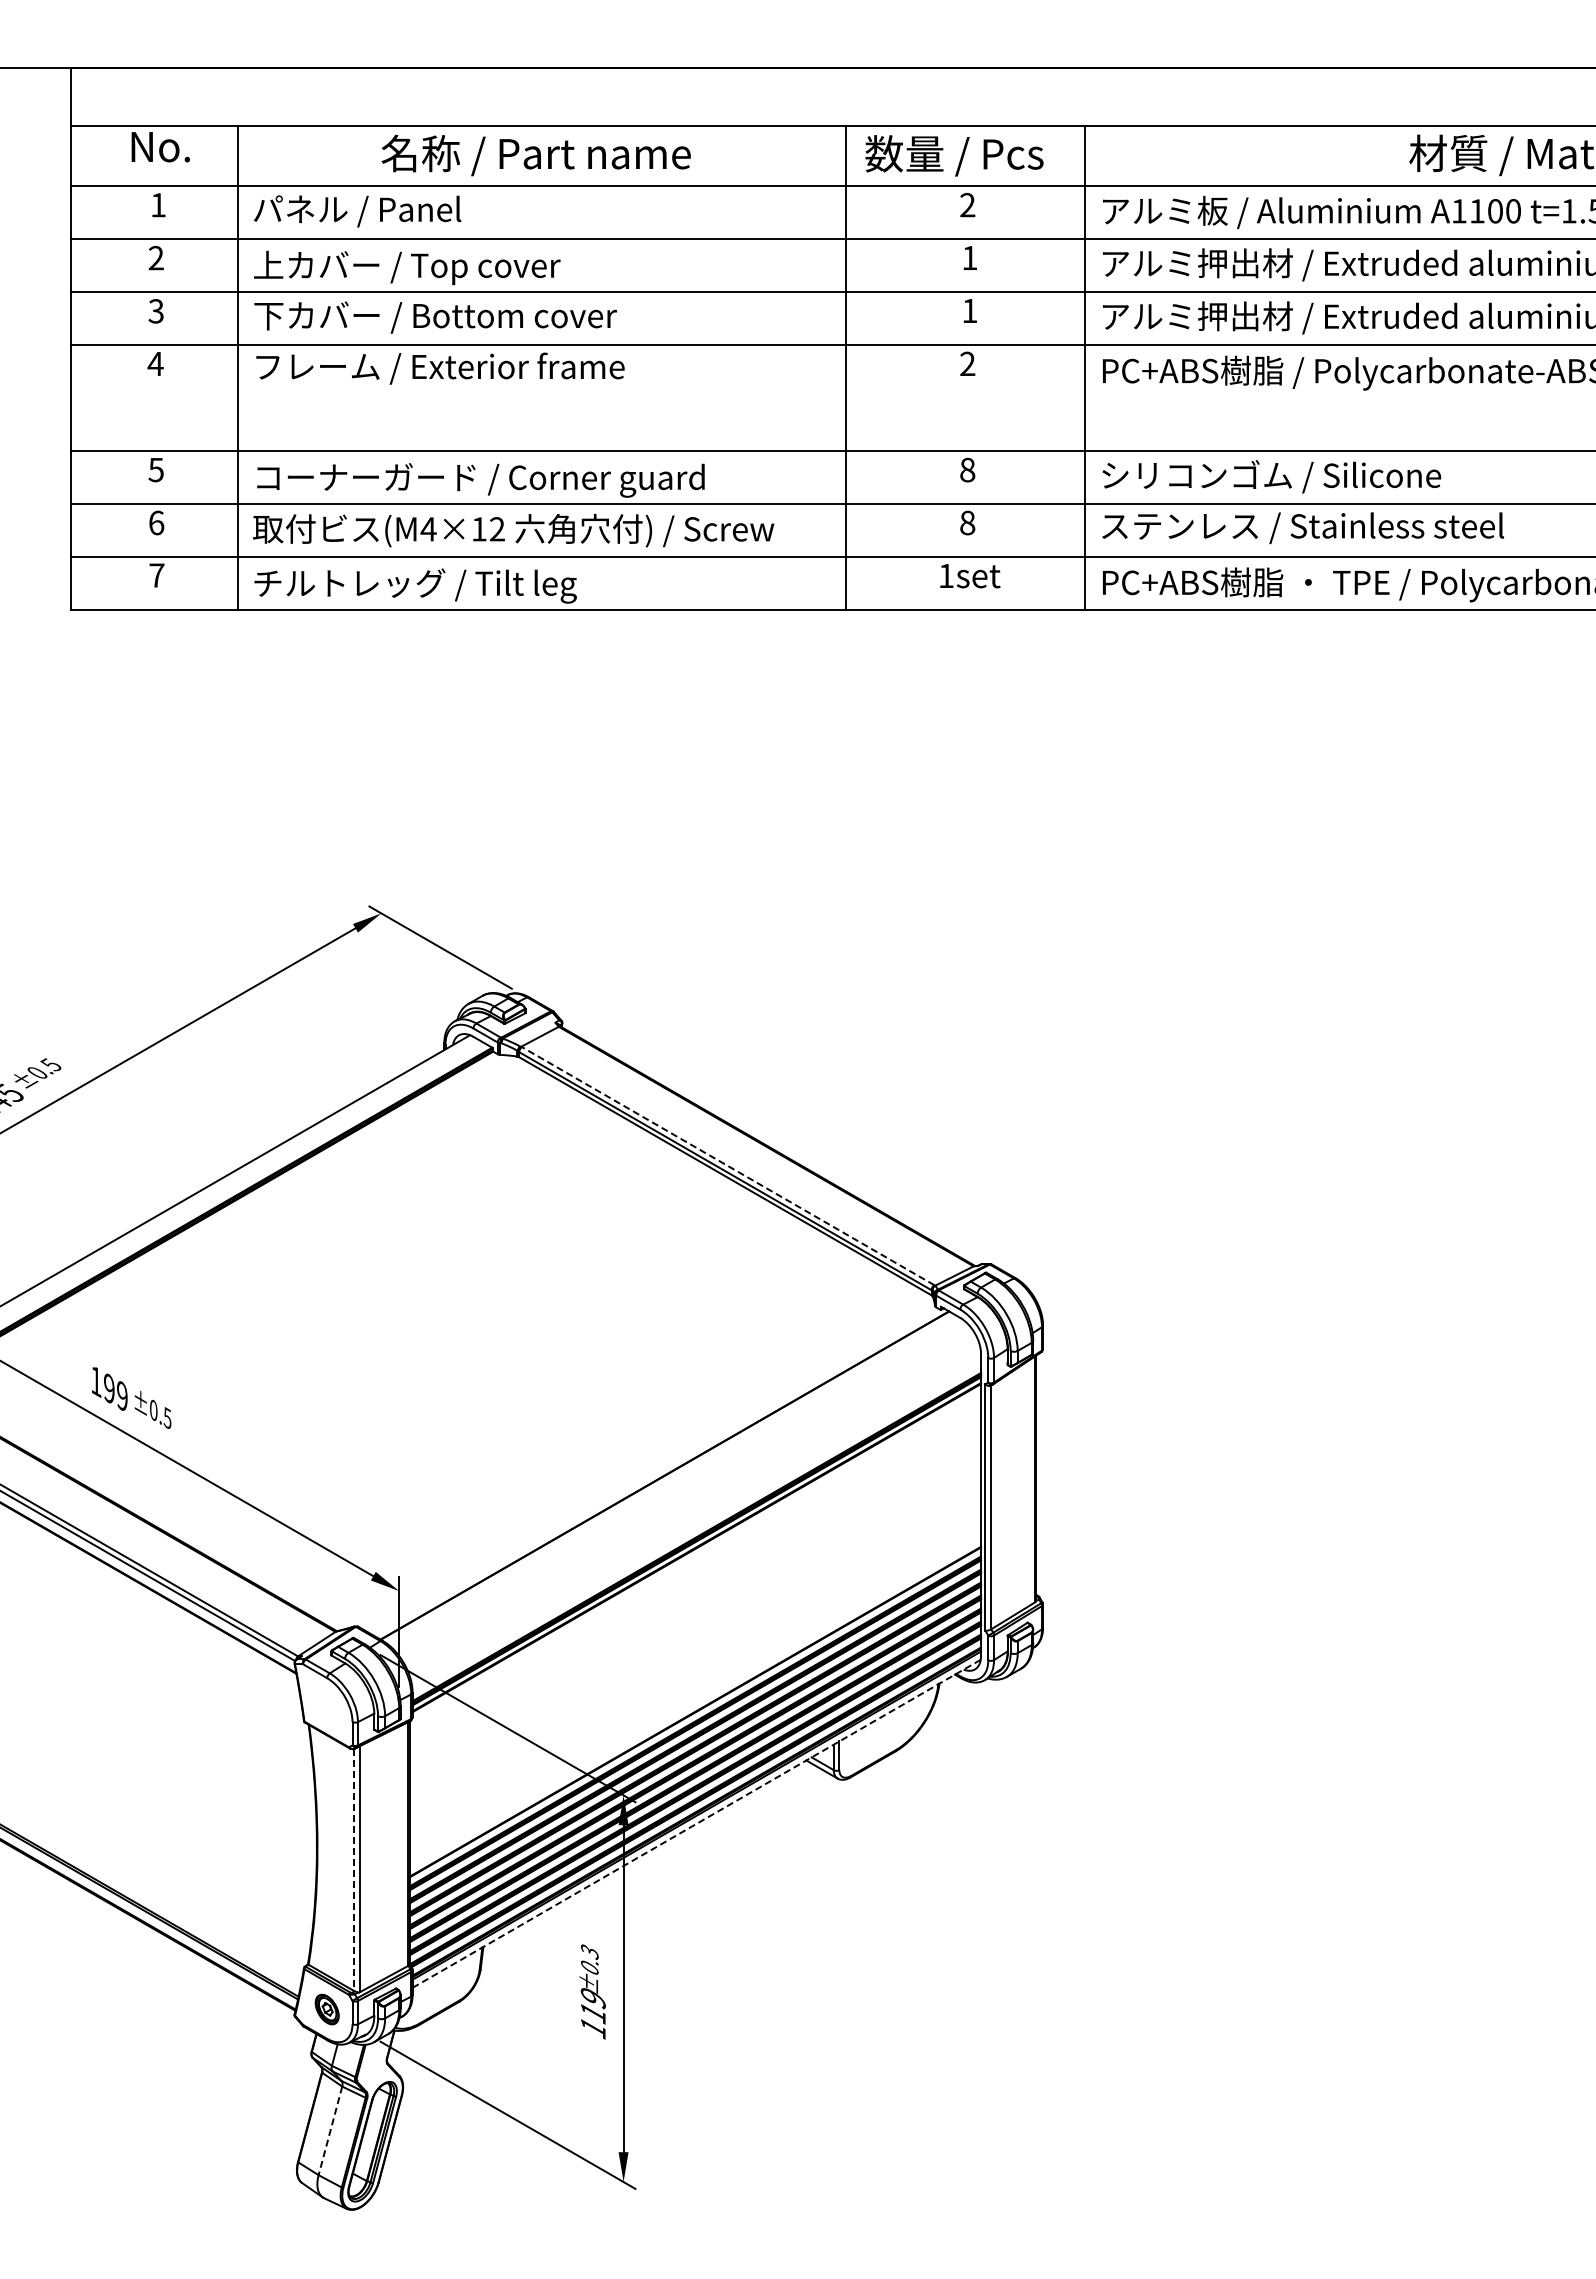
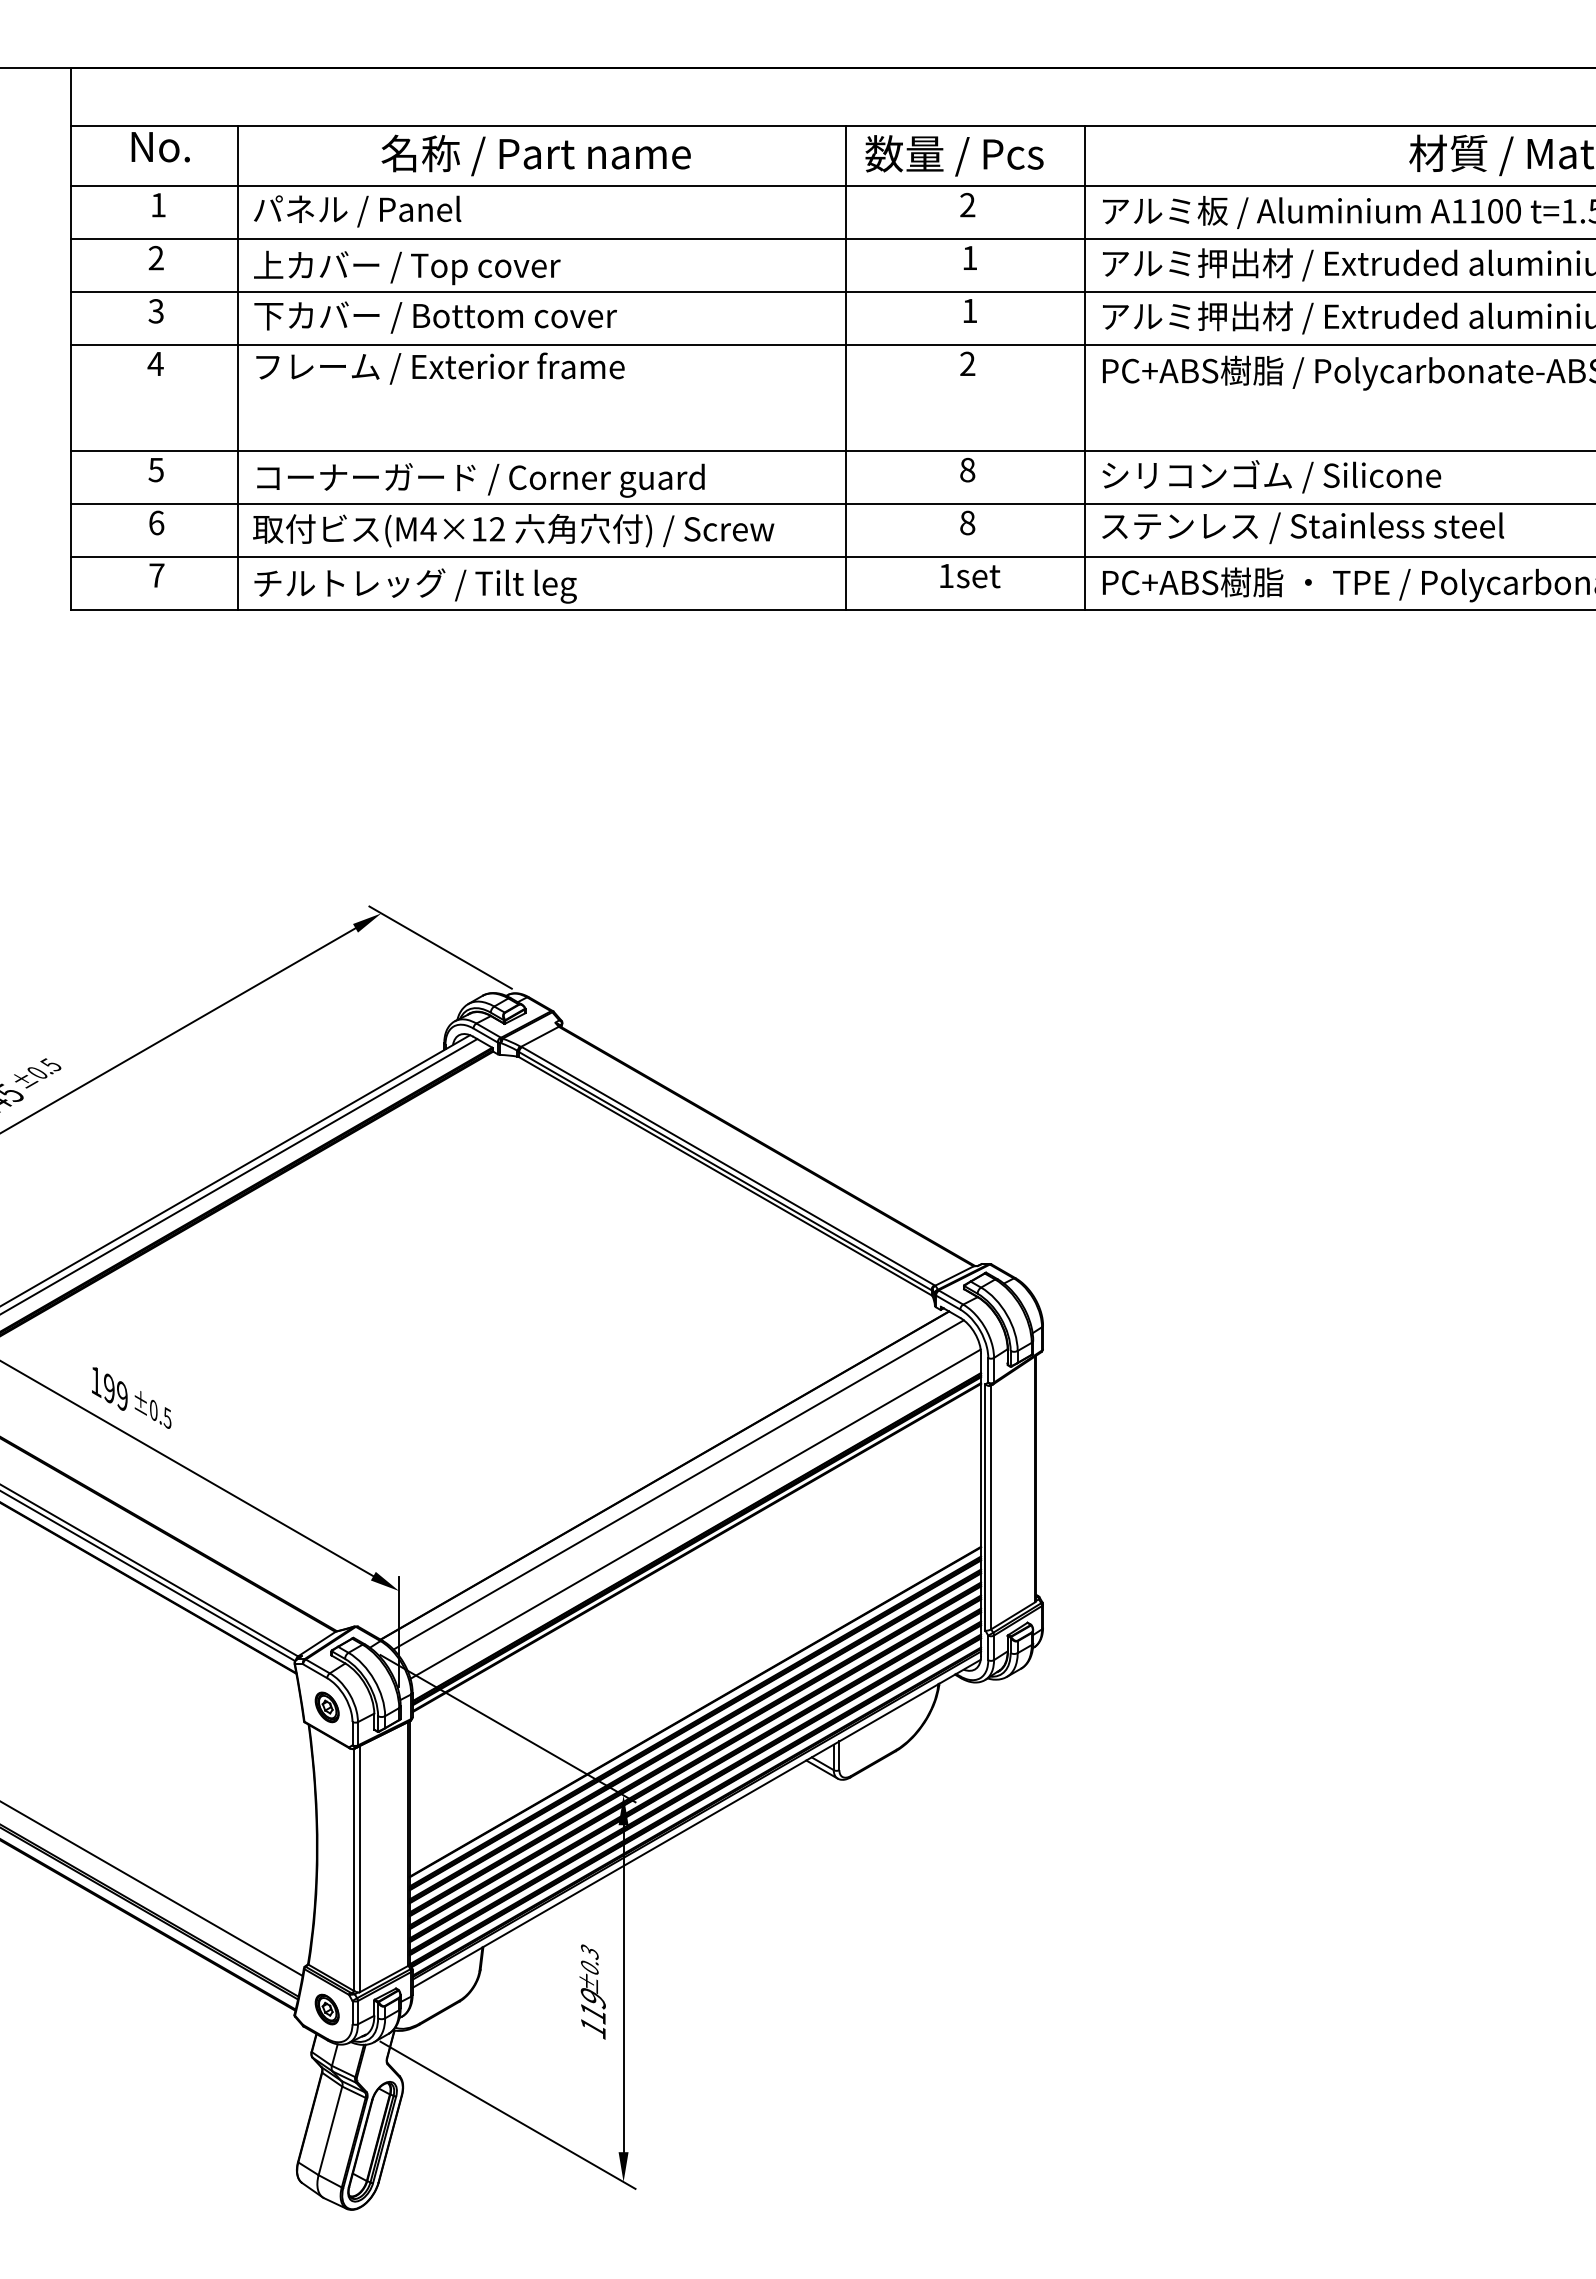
line at (727, 1165): dashed -> solid
line at (239, 1176): none -> present
line at (678, 1484): none -> present
line at (695, 1513): none -> present
part at (326, 1707): none -> present
line at (696, 1824): dashed -> solid
line at (354, 1870): dashed -> solid
line at (152, 1888): none -> present
line at (330, 2130): dashed -> solid
